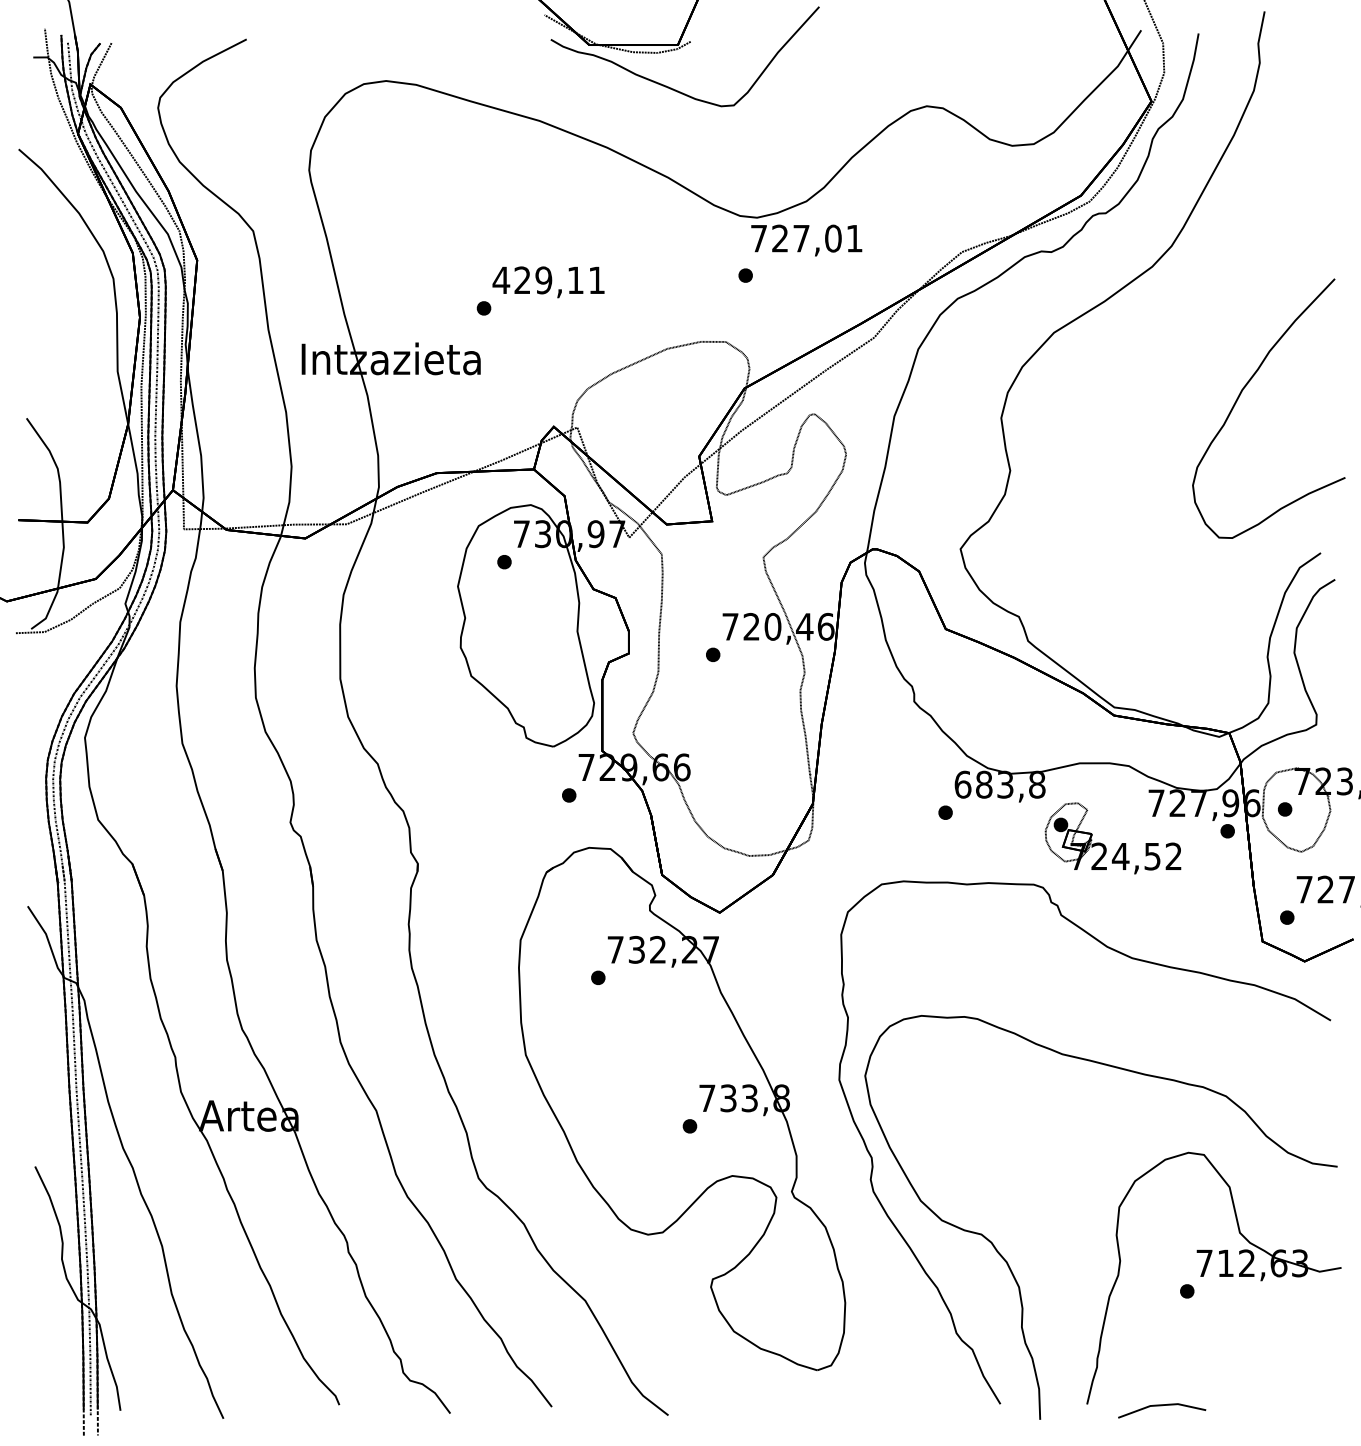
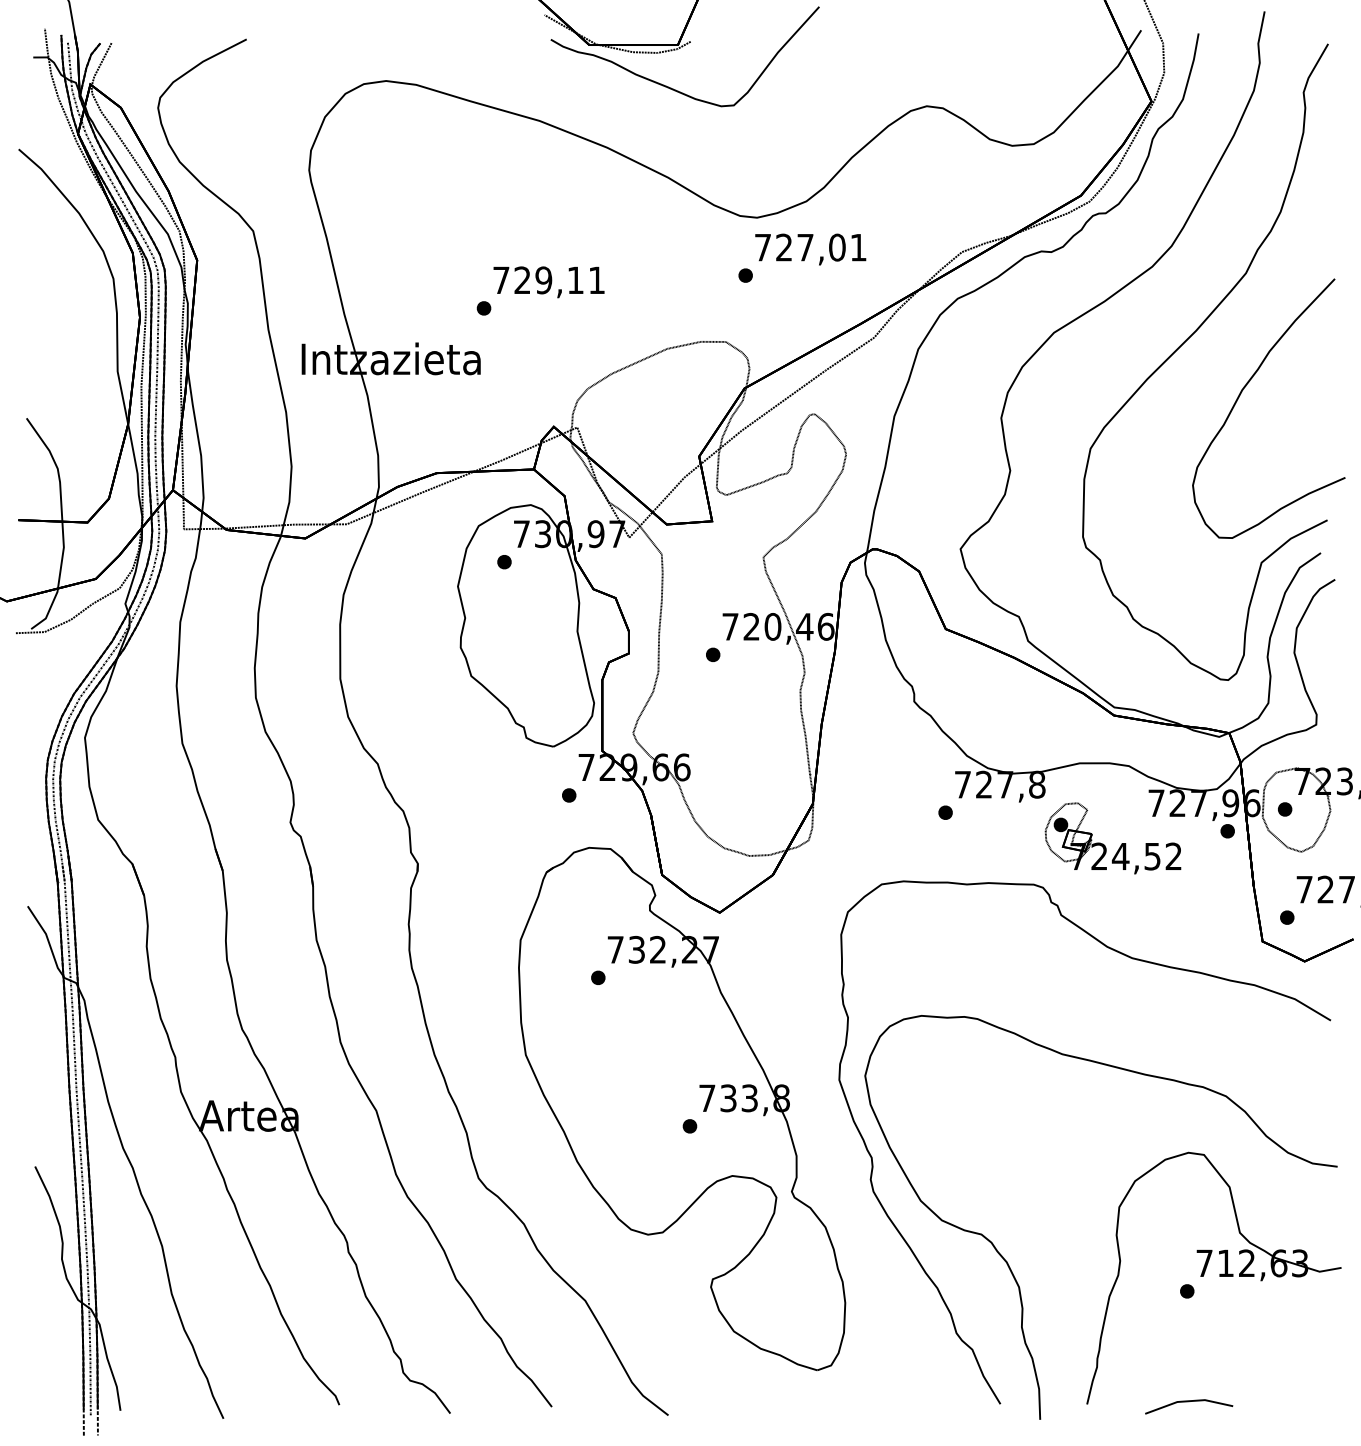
text at (806, 240) position: (806, 240) -> (810, 249)
text at (501, 279): 429,11 -> 729,11
part at (1186, 341): none -> present
text at (983, 784): 683,8 -> 727,8
line at (1162, 1406) position: (1162, 1406) -> (1189, 1402)
